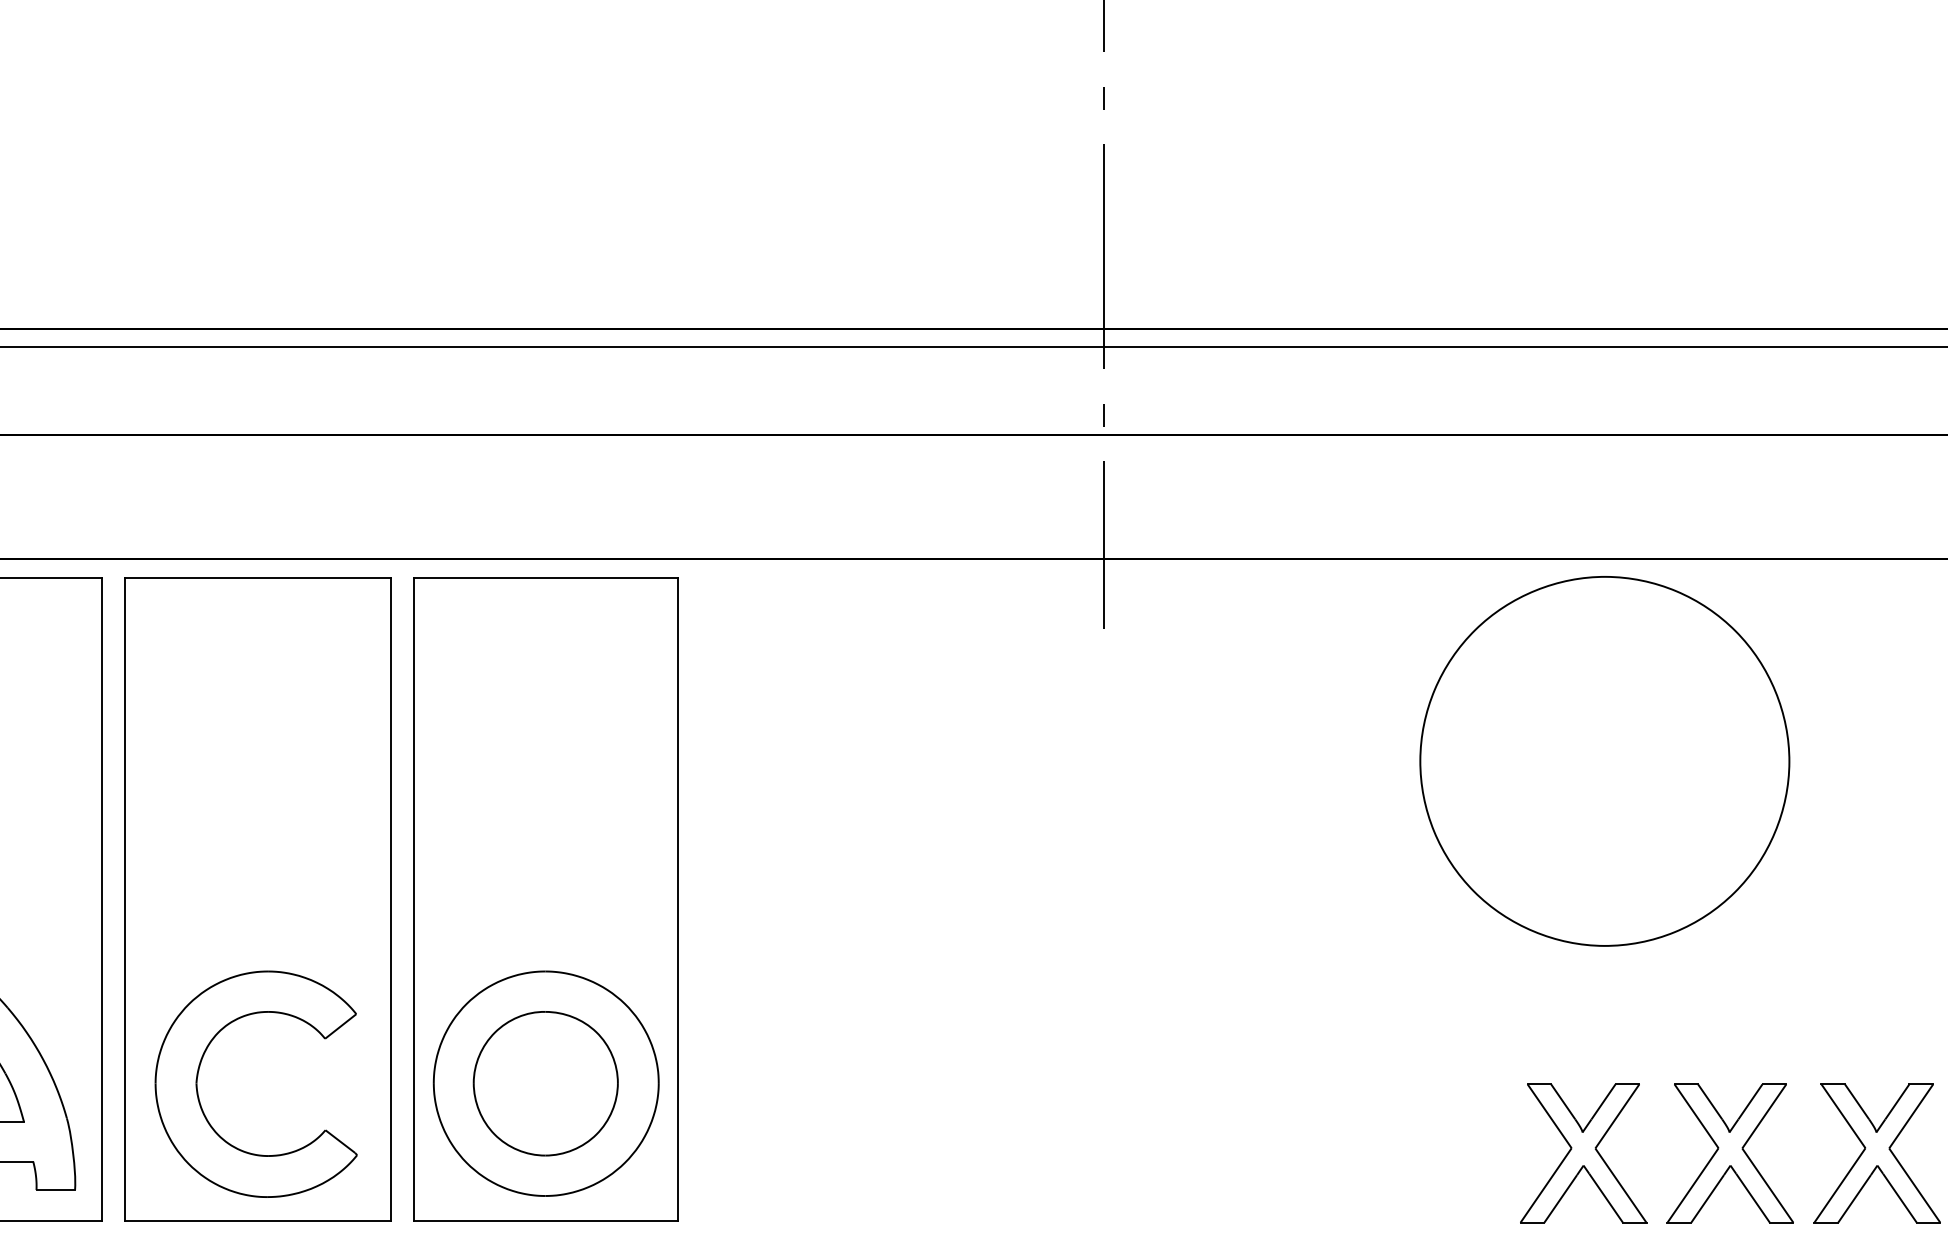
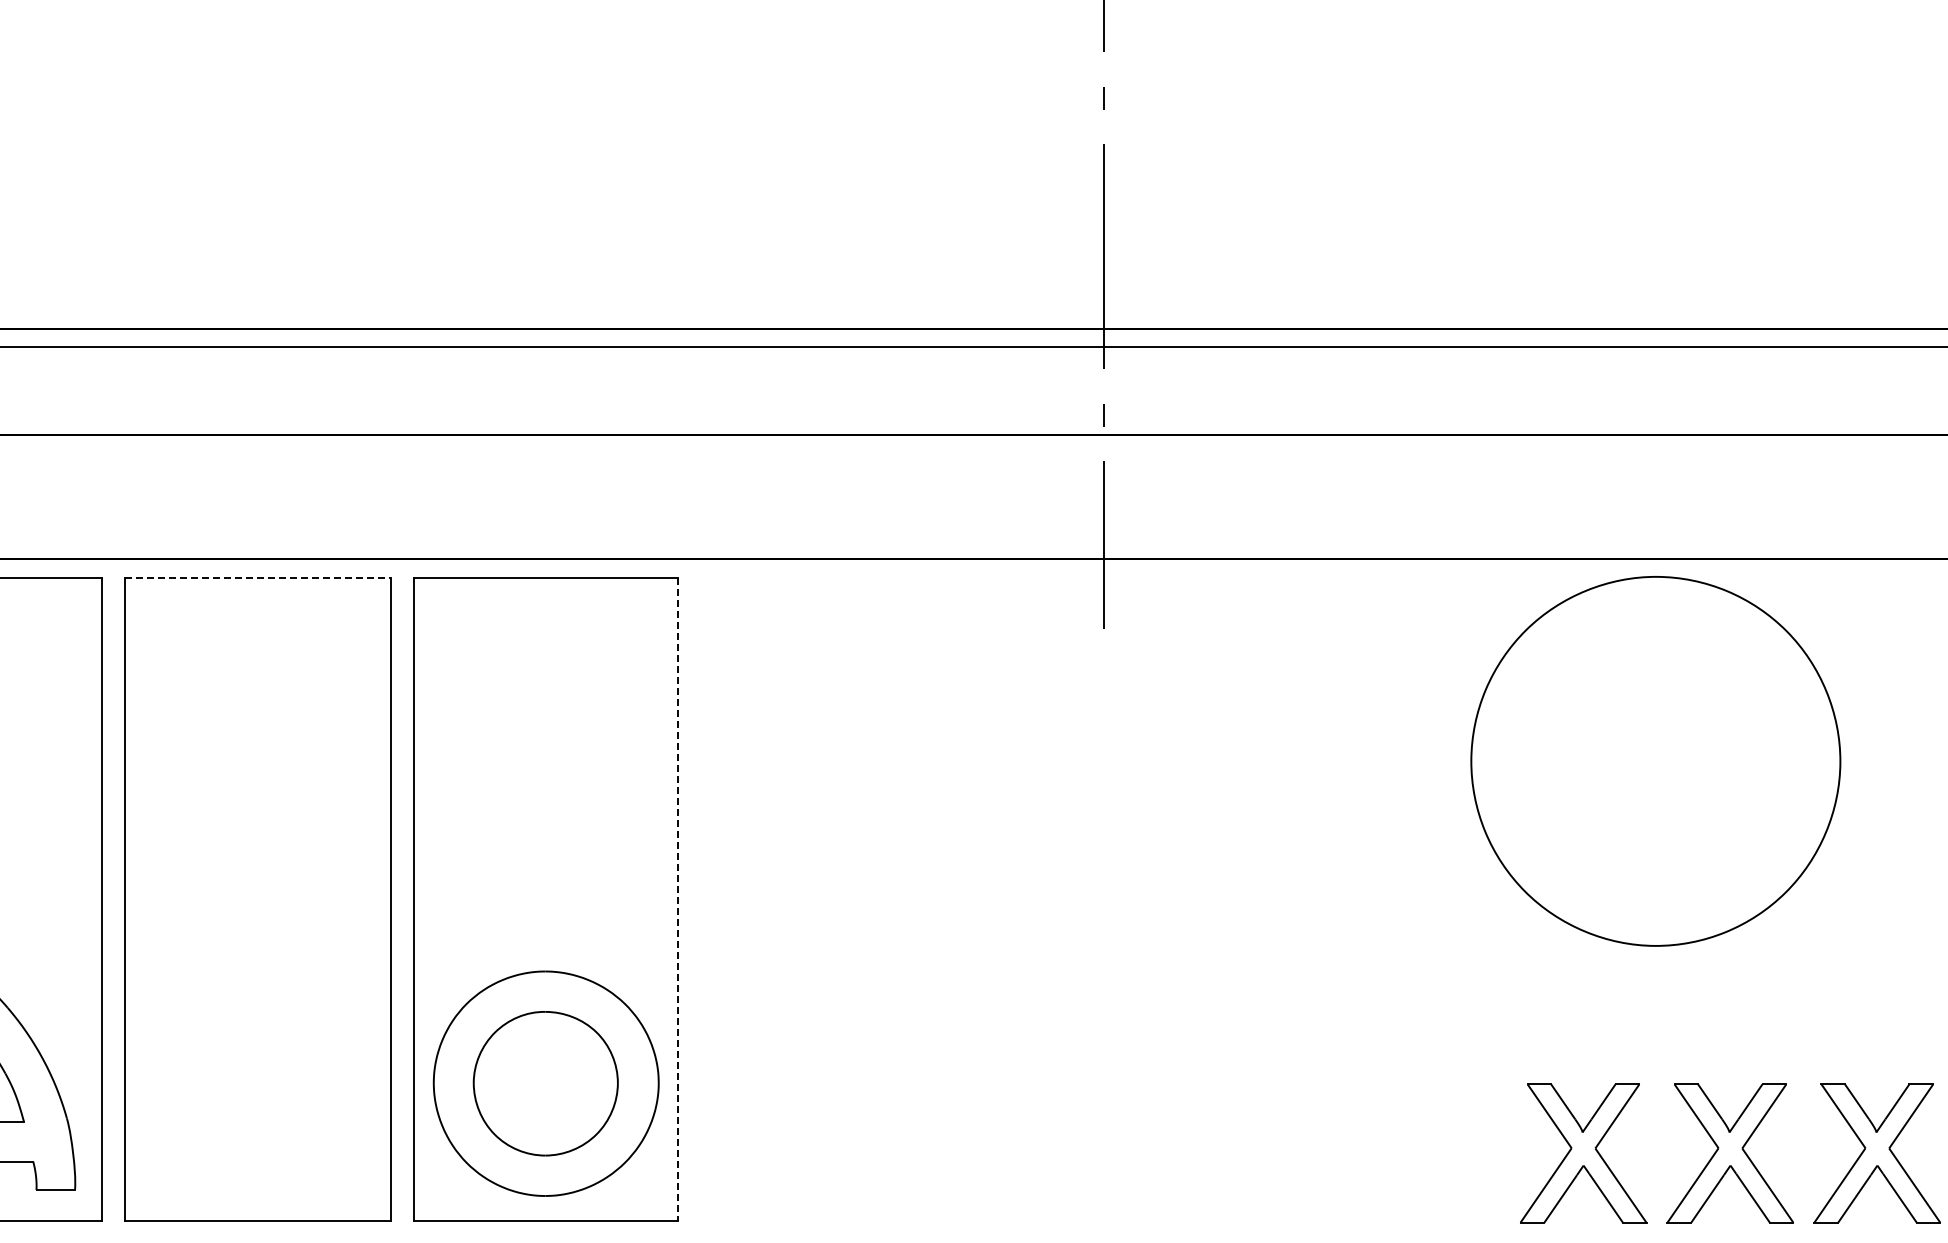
line at (257, 578): solid -> dashed
part at (1604, 761) position: (1604, 761) -> (1655, 761)
line at (677, 899): solid -> dashed
part at (198, 1076): present -> none
